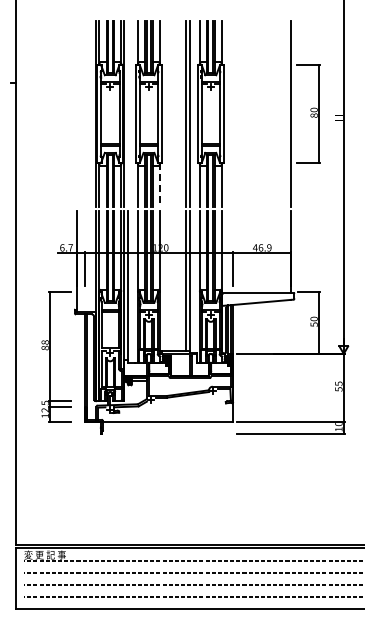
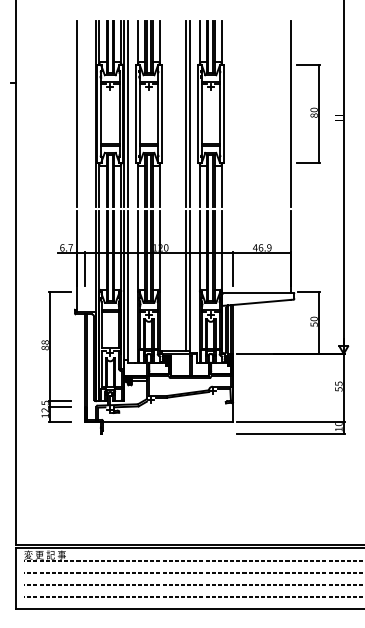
line at (76, 113): none -> present
line at (128, 113): none -> present
line at (160, 185): dashed -> solid
